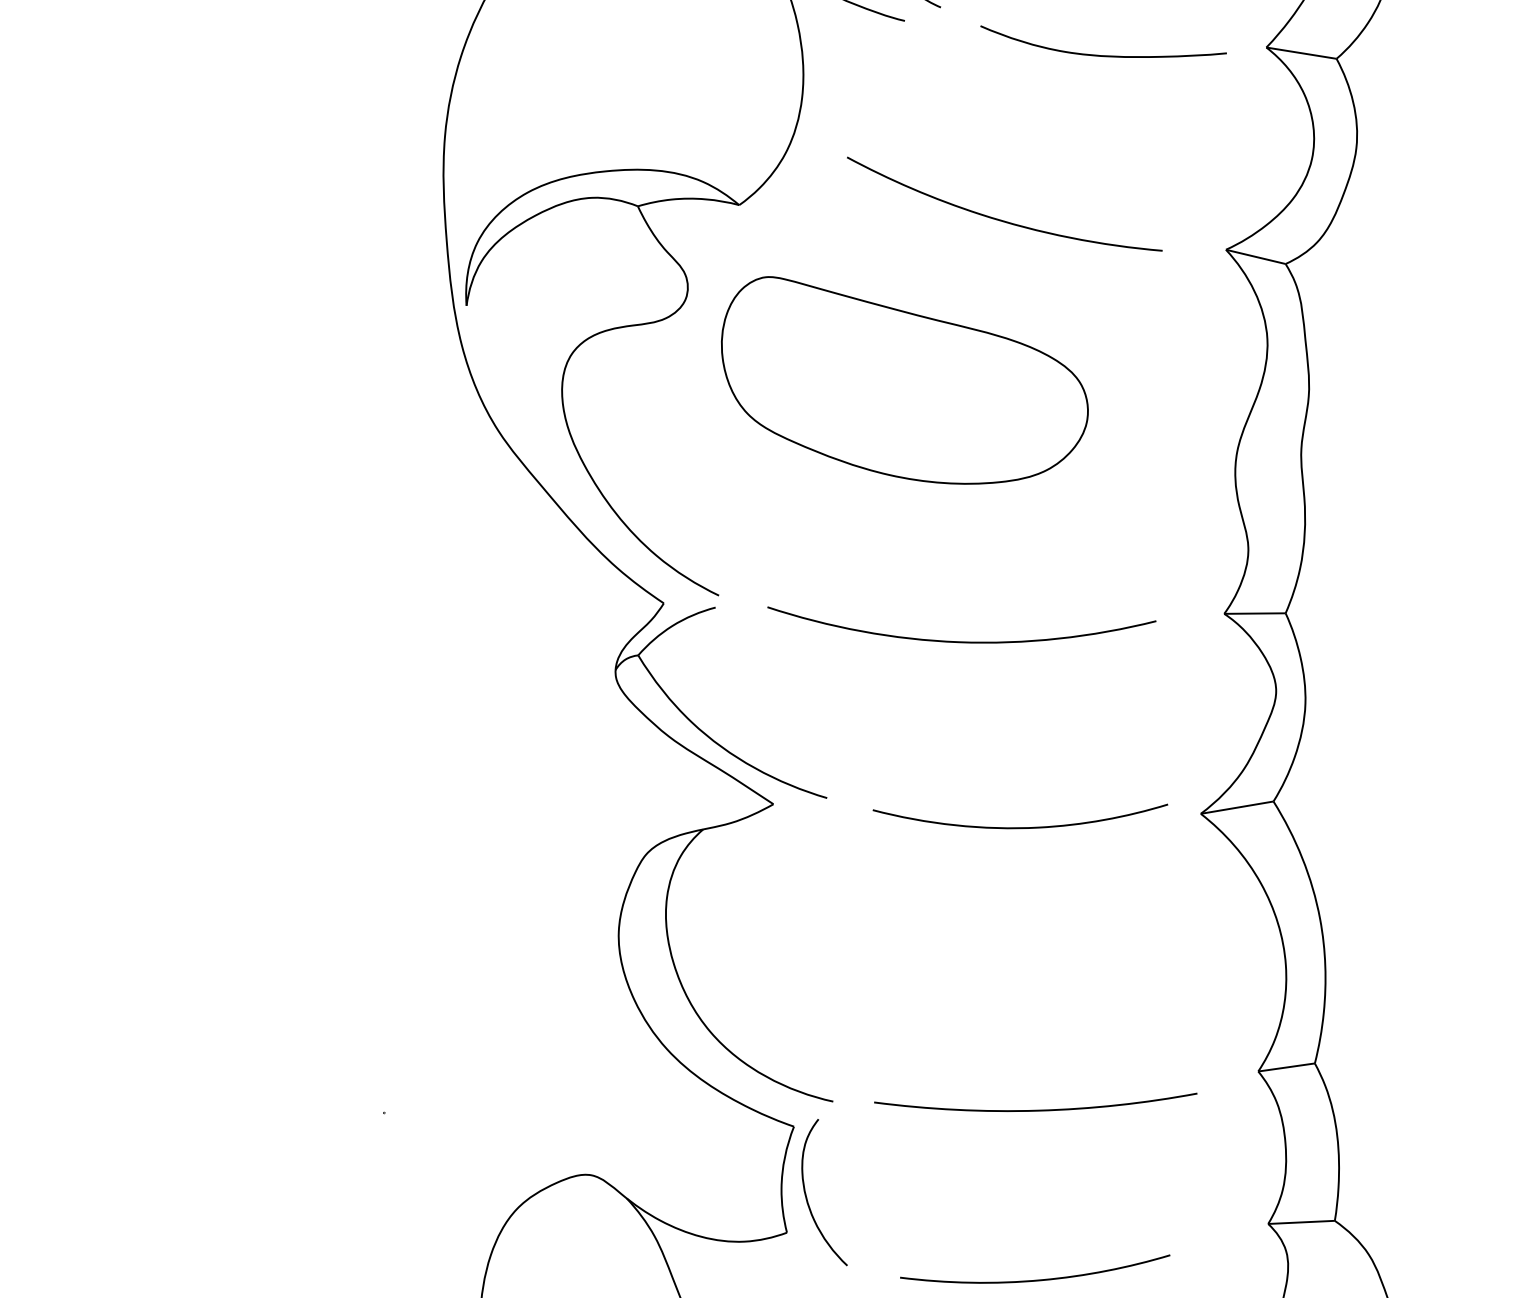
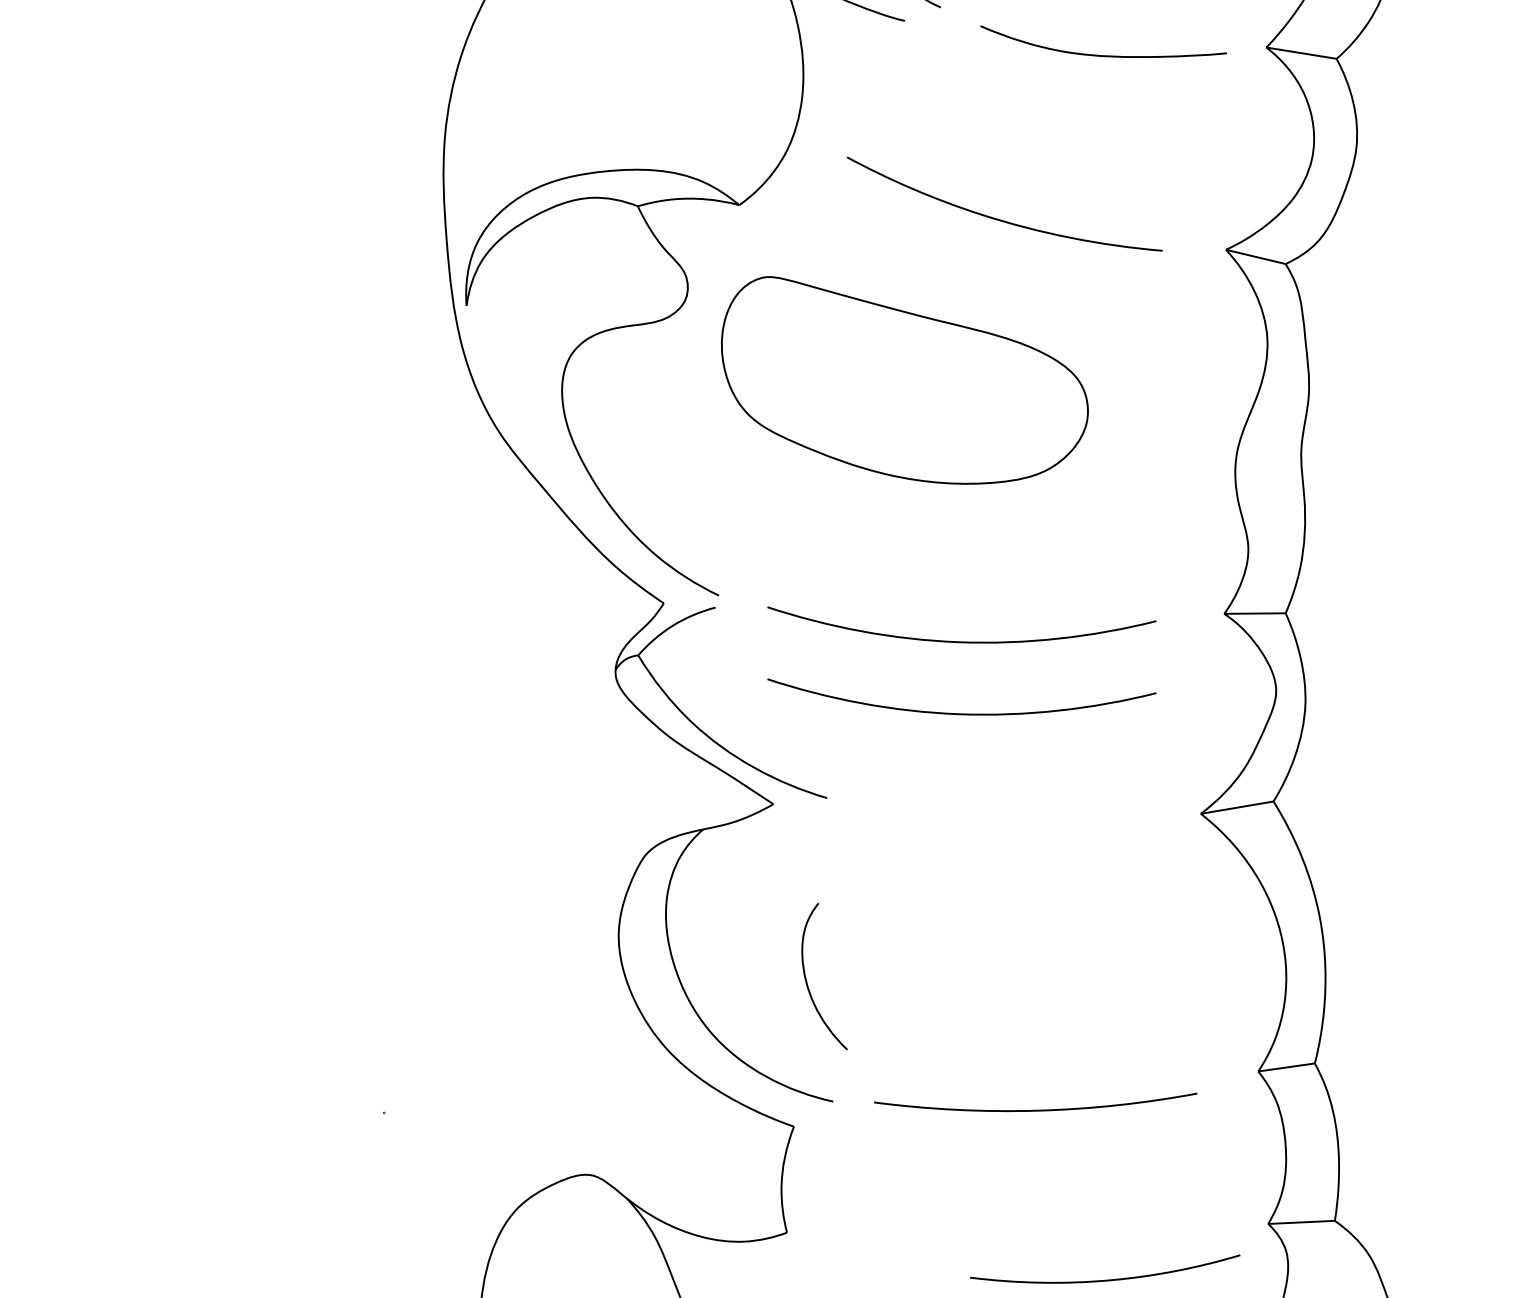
curve at (961, 713): none -> present
curve at (1020, 827): present -> none
curve at (807, 1197) position: (807, 1197) -> (807, 981)
curve at (1035, 1279) position: (1035, 1279) -> (1105, 1279)
